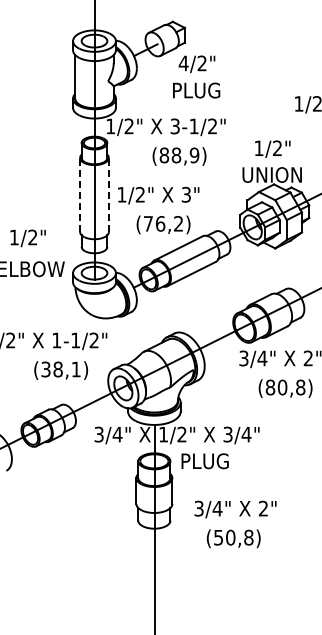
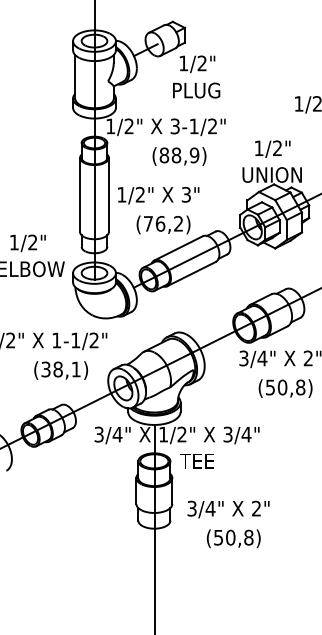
text at (183, 63): 4/2" -> 1/2"
line at (80, 194): dashed -> solid
line at (108, 194): dashed -> solid
text at (27, 238) position: (27, 238) -> (27, 243)
text at (270, 387): (80,8) -> (50,8)
text at (204, 461): PLUG -> TEE
text at (235, 509) position: (235, 509) -> (228, 509)
